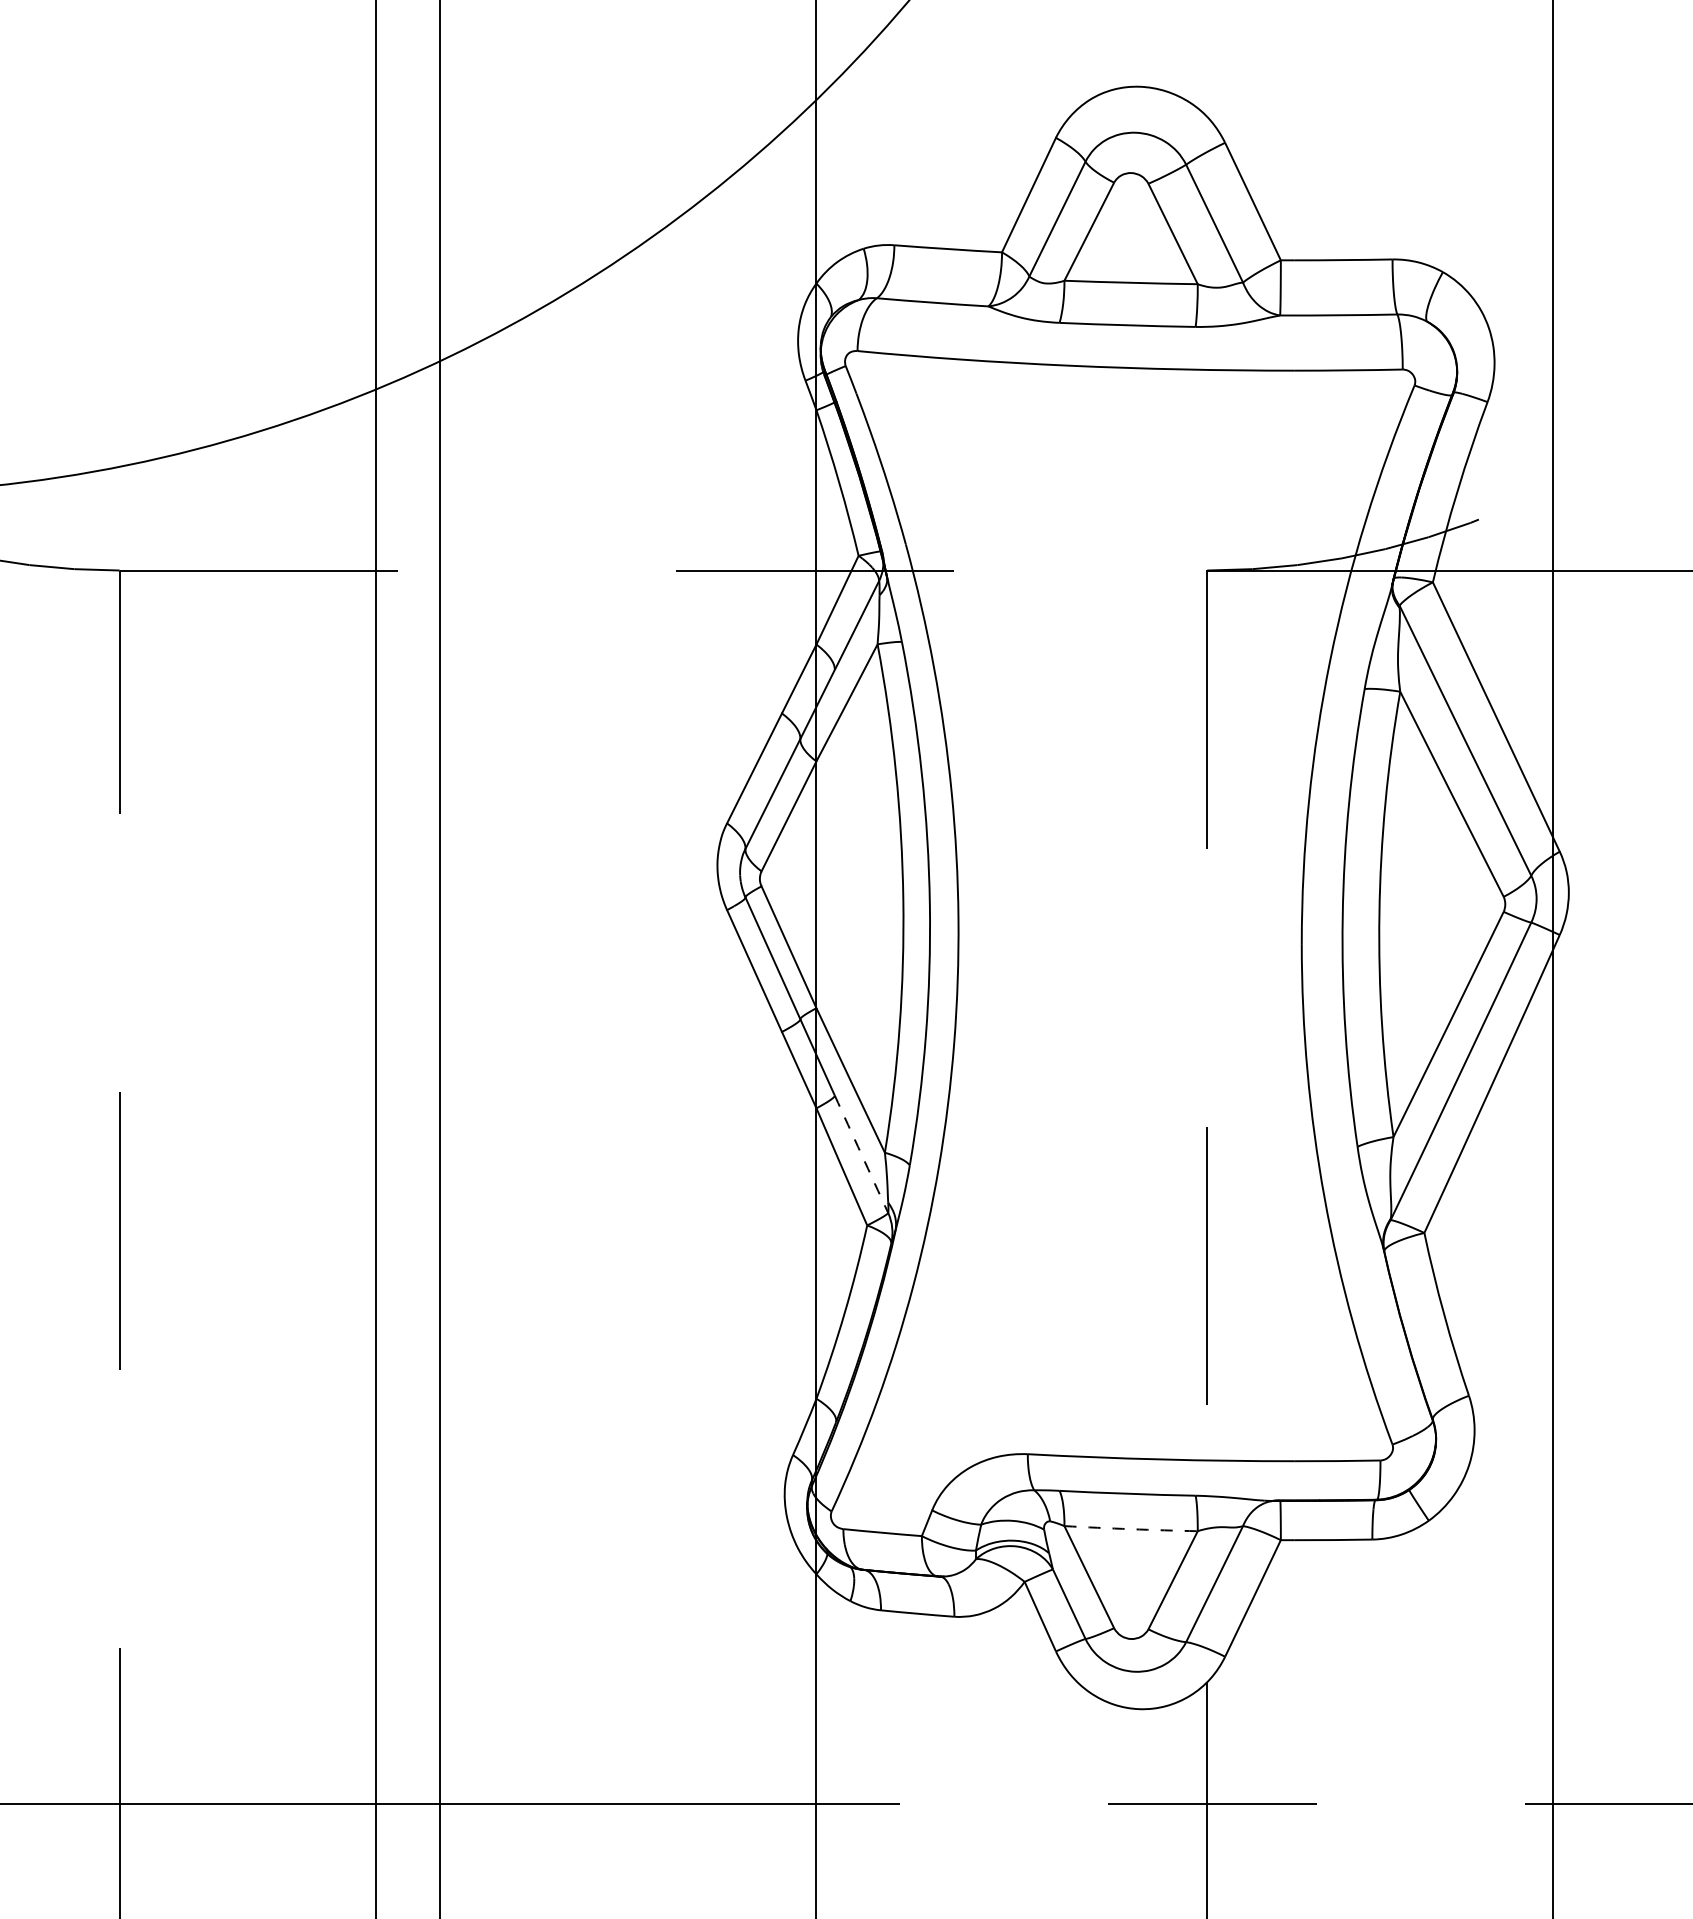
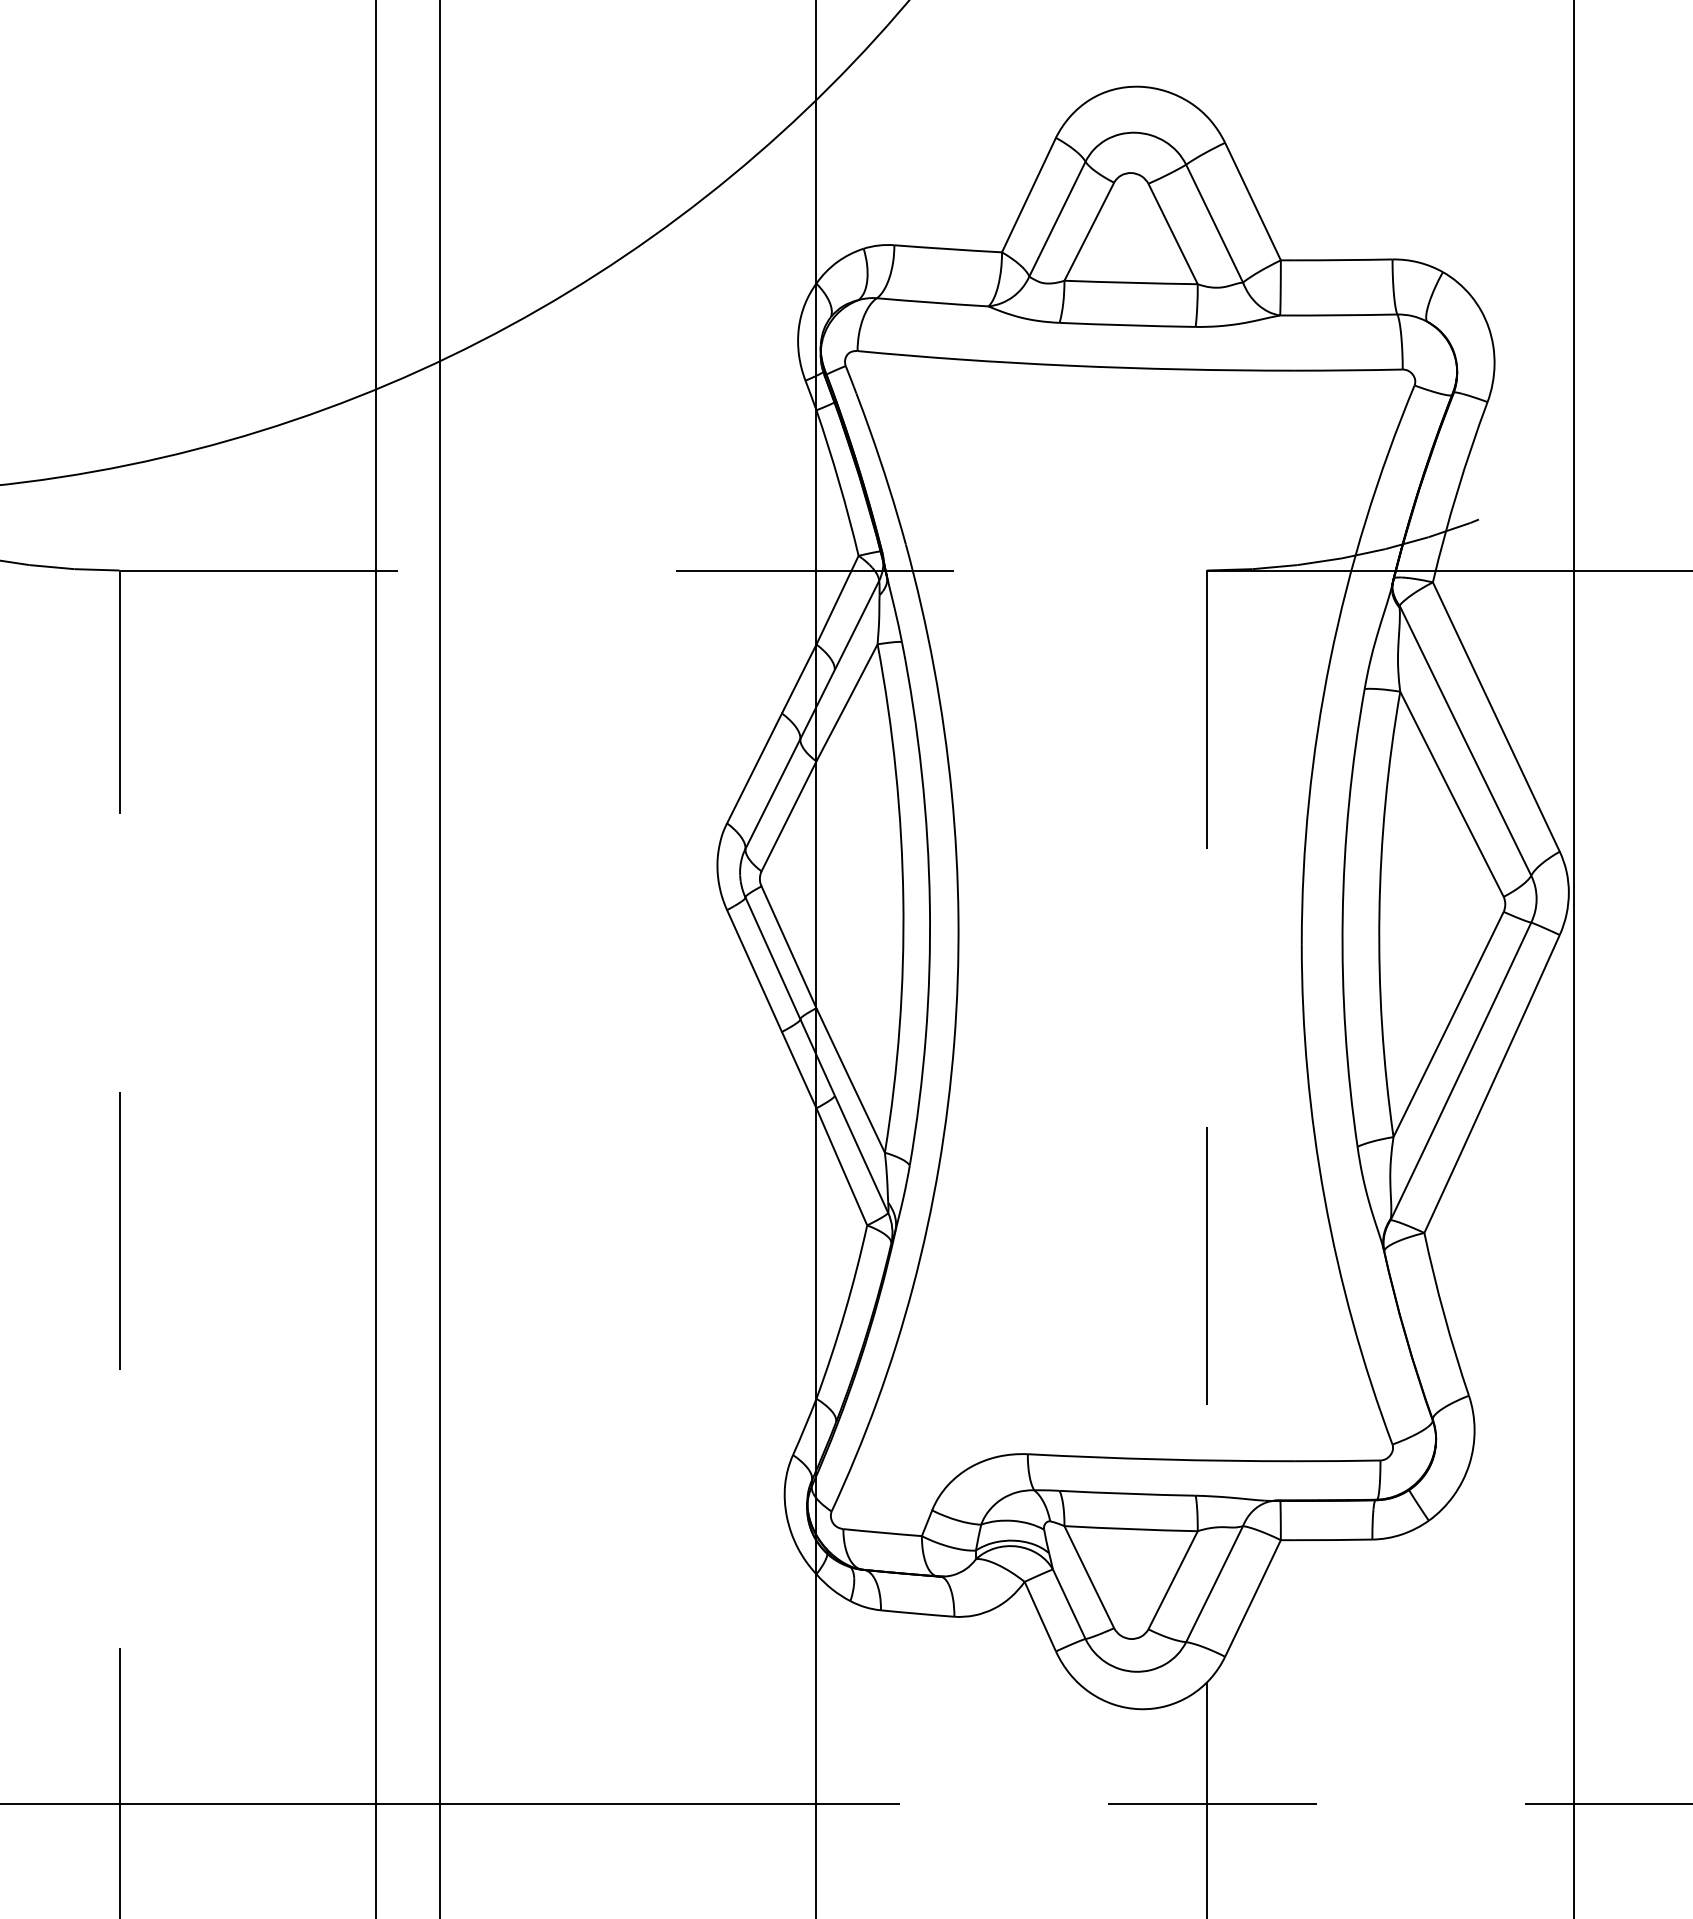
line at (1552, 958) position: (1552, 958) -> (1573, 958)
arc at (861, 1154): dashed -> solid
arc at (1131, 1529): dashed -> solid
